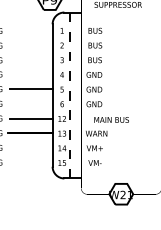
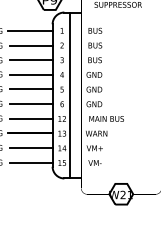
line at (30, 31): none -> present
line at (30, 45): none -> present
line at (30, 60): none -> present
line at (30, 74): none -> present
line at (69, 95): dashed -> solid
line at (30, 103): none -> present
text at (111, 119) position: (111, 119) -> (106, 118)
line at (30, 147): none -> present
line at (30, 162): none -> present
